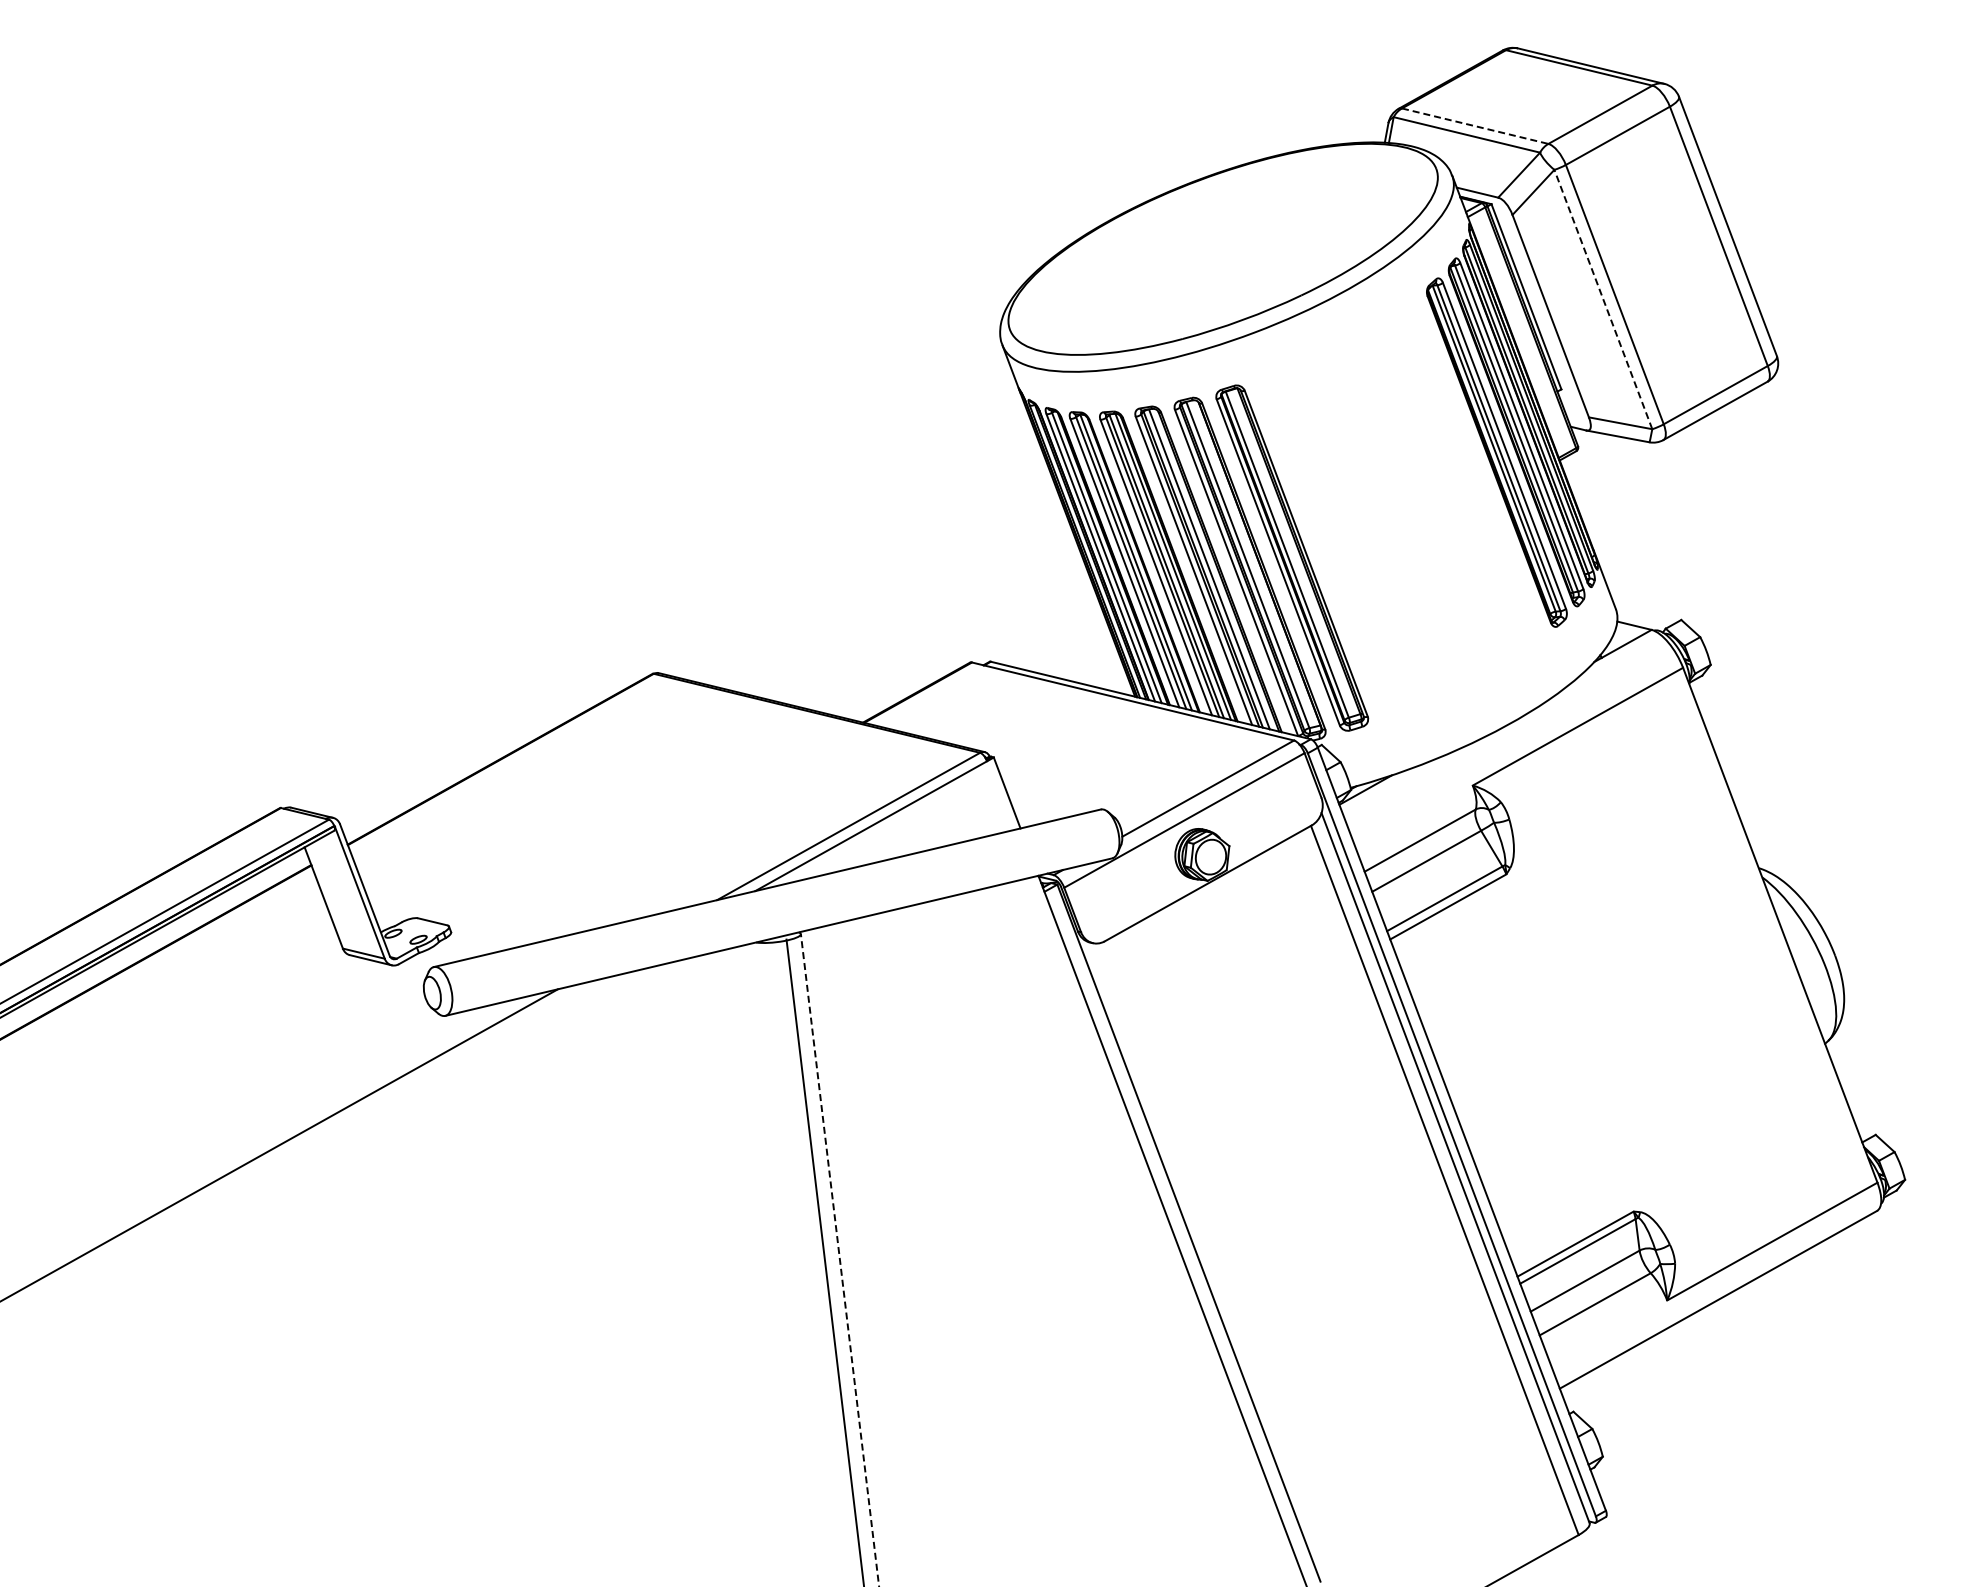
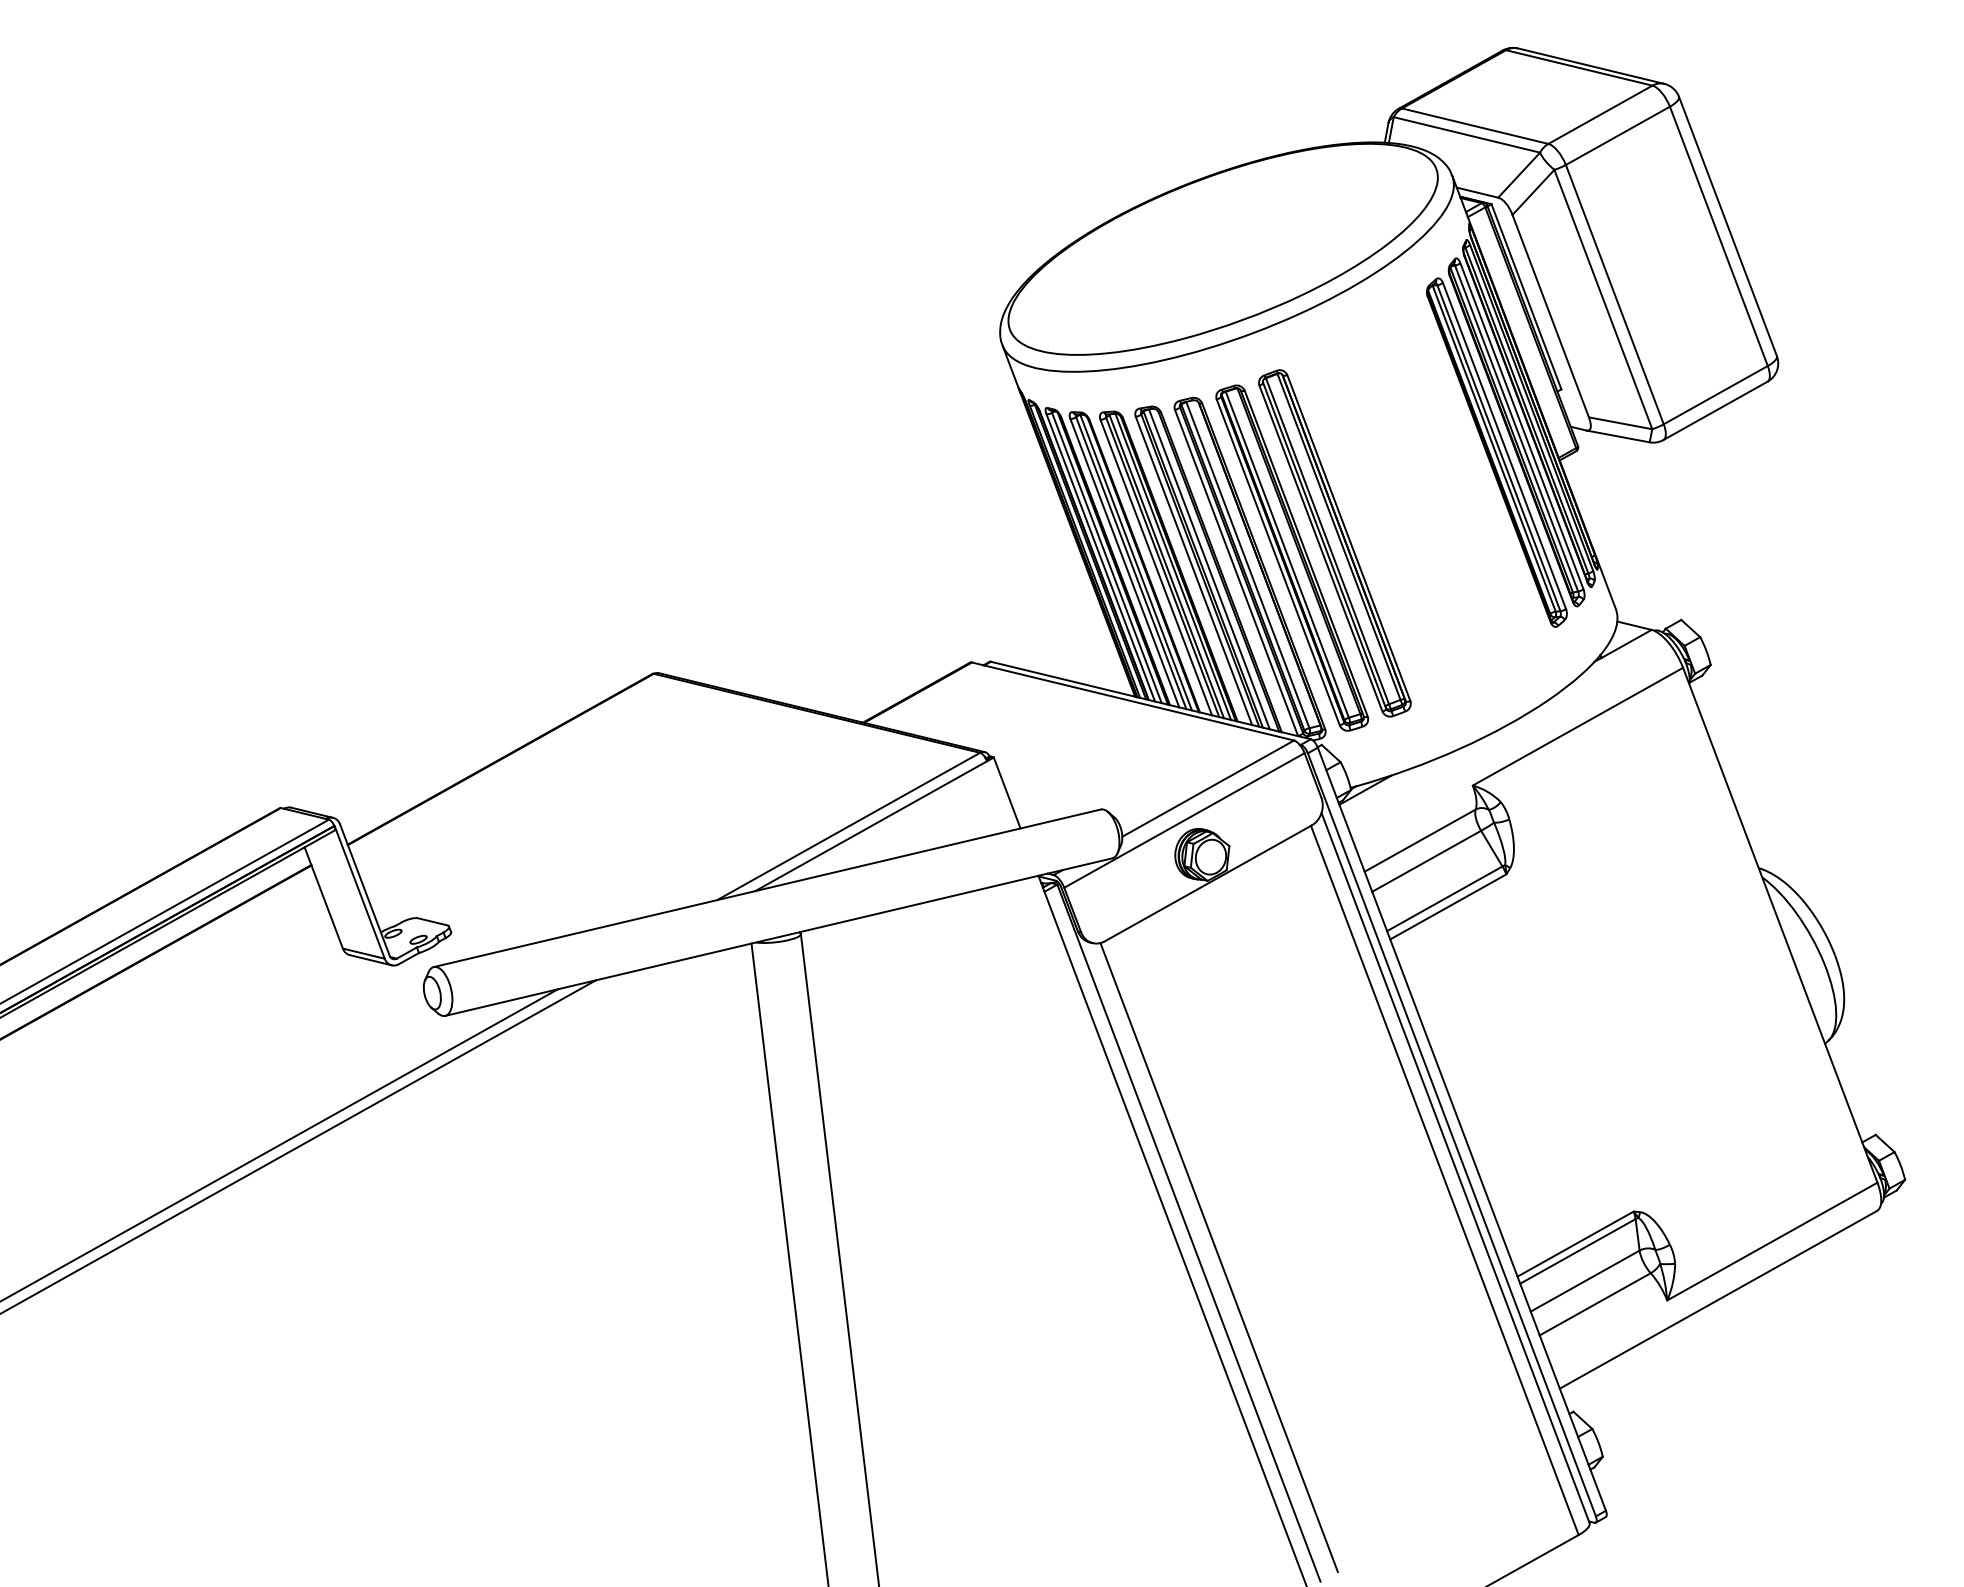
line at (1475, 126): dashed -> solid
line at (1603, 299): dashed -> solid
part at (1334, 543): none -> present
line at (299, 1146): none -> present
line at (1218, 1257): none -> present
line at (840, 1260): dashed -> solid
line at (824, 1261) position: (824, 1261) -> (789, 1263)
